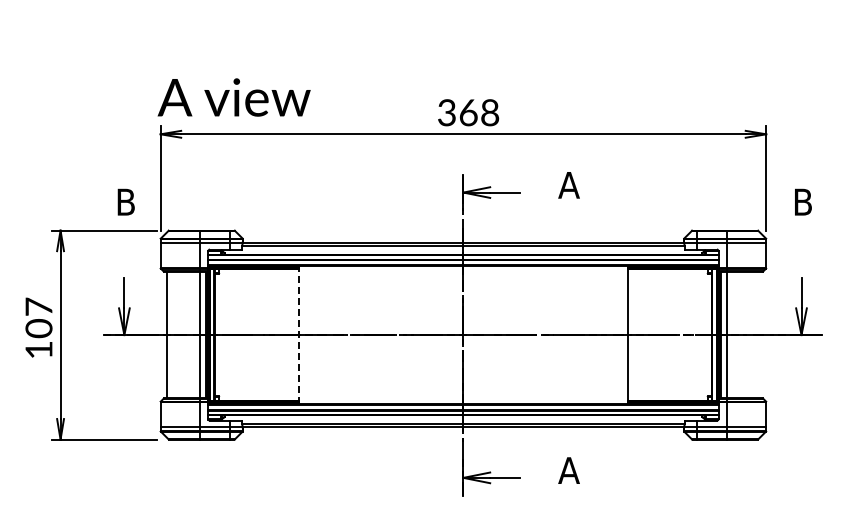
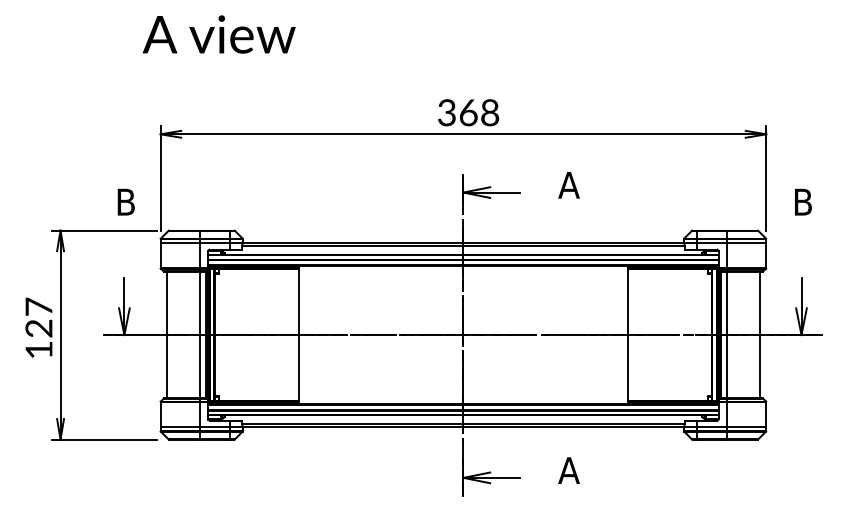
text at (233, 97) position: (233, 97) -> (218, 34)
text at (38, 328): 107 -> 127
line at (298, 334): dashed -> solid
line at (759, 334): none -> present
